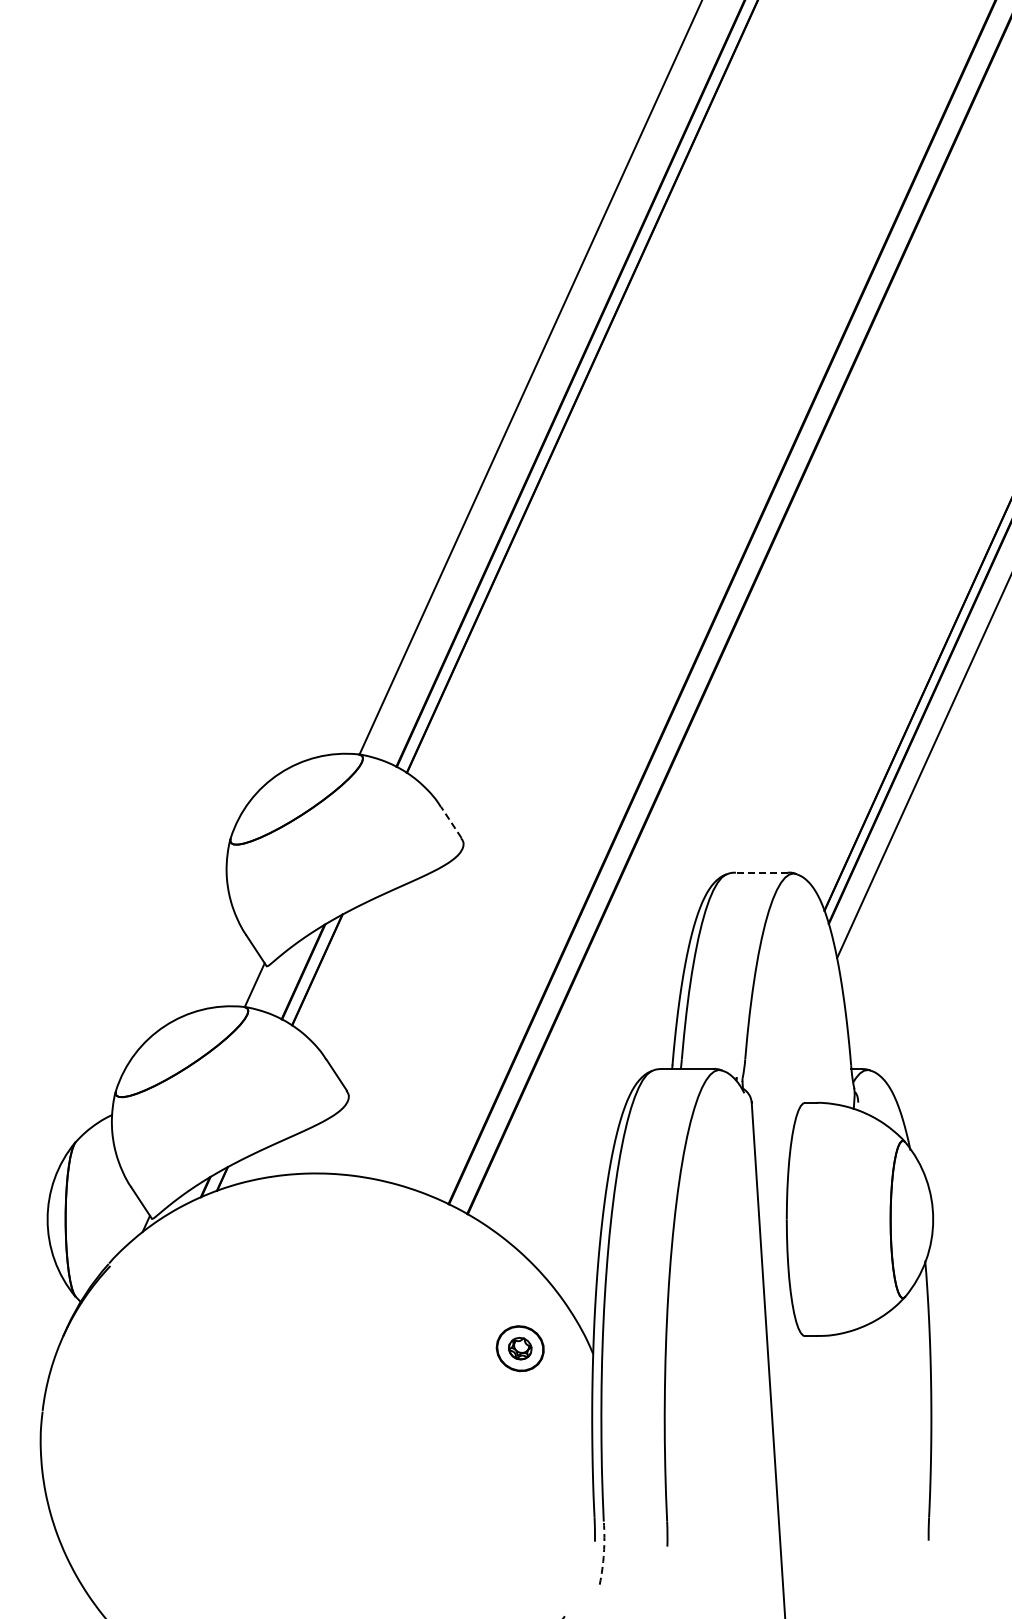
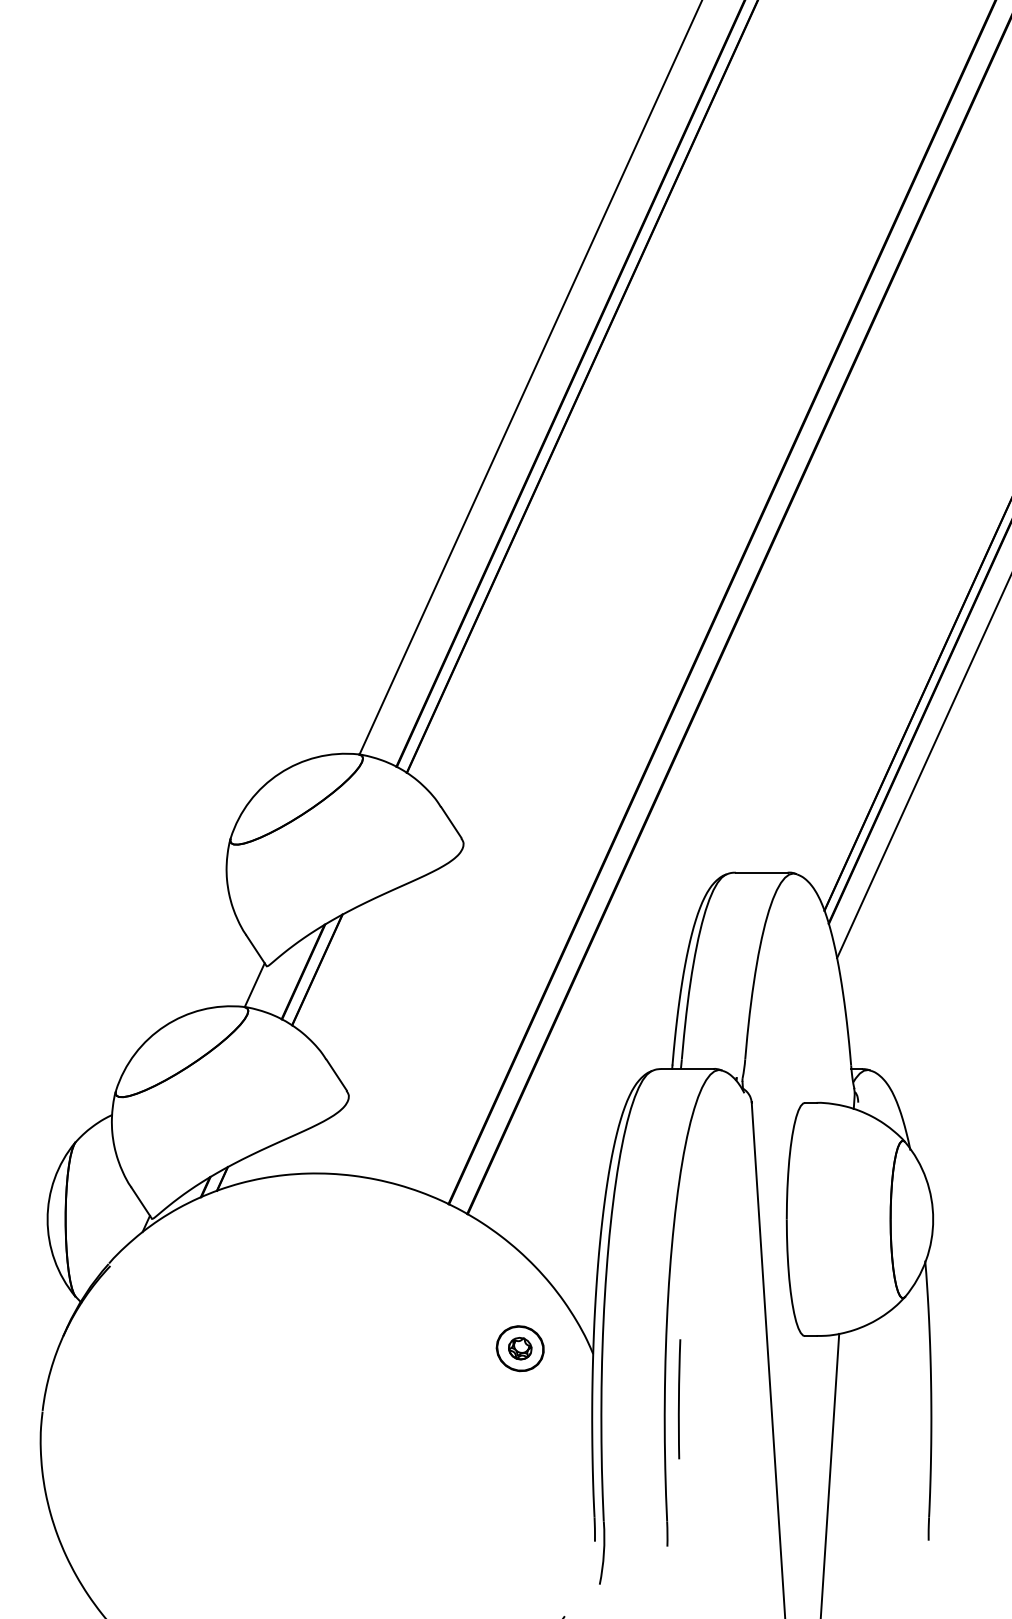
line at (451, 822): dashed -> solid
line at (761, 872): dashed -> solid
arc at (679, 1399): none -> present
line at (829, 1474): none -> present
arc at (603, 1553): dashed -> solid
